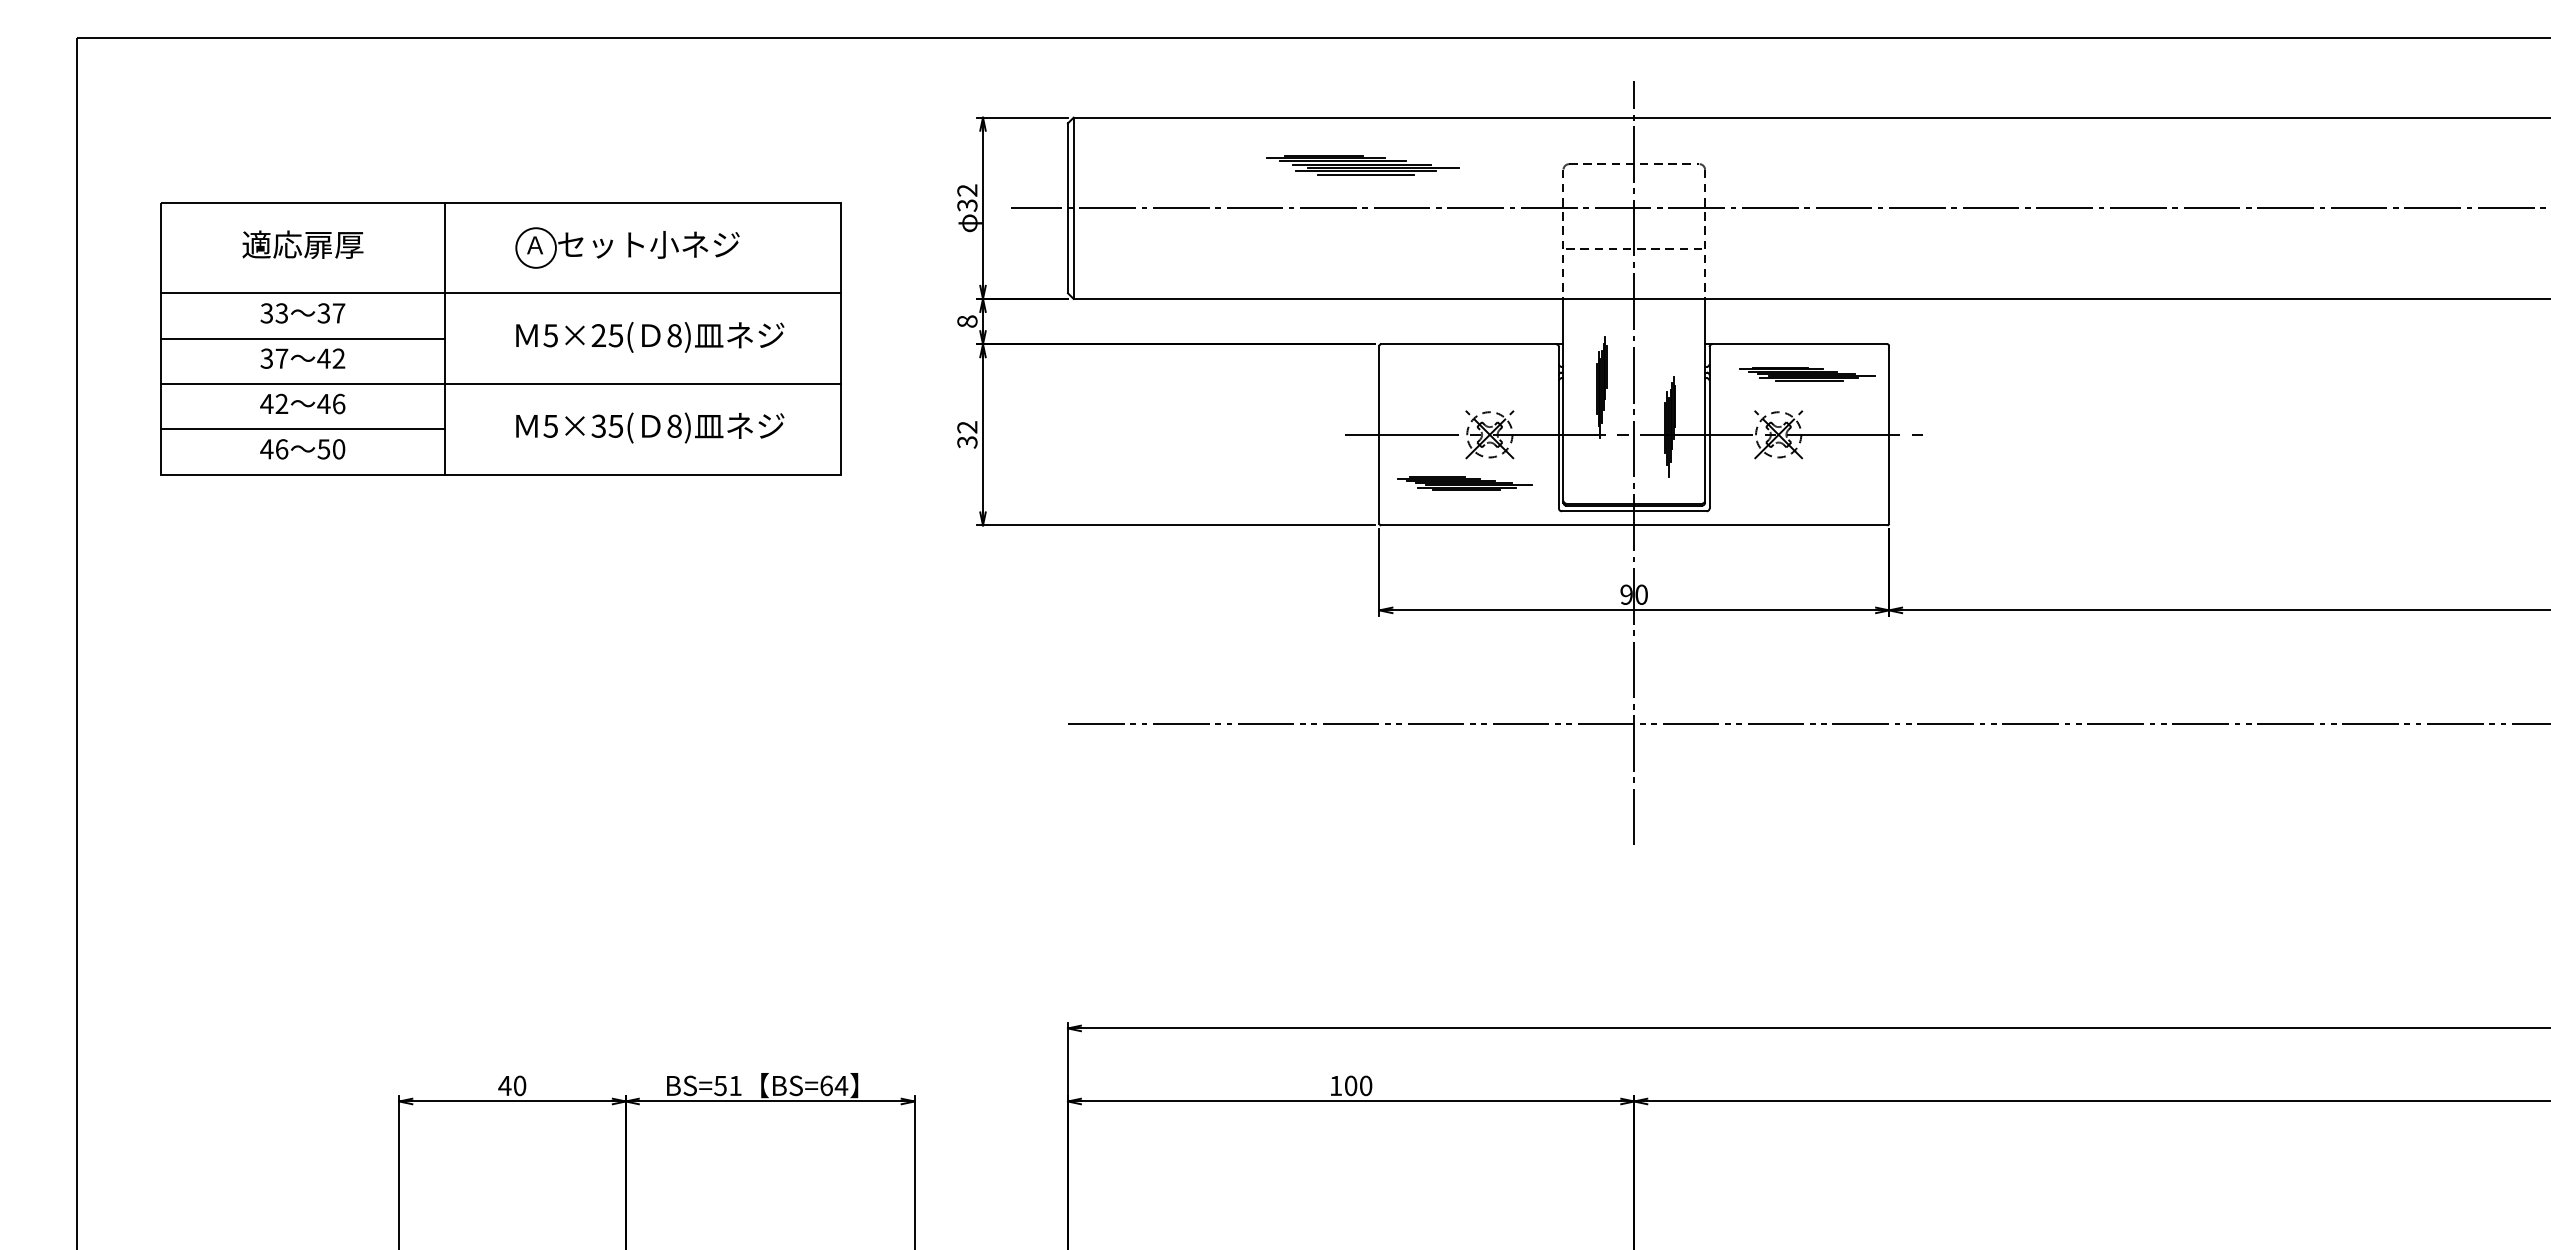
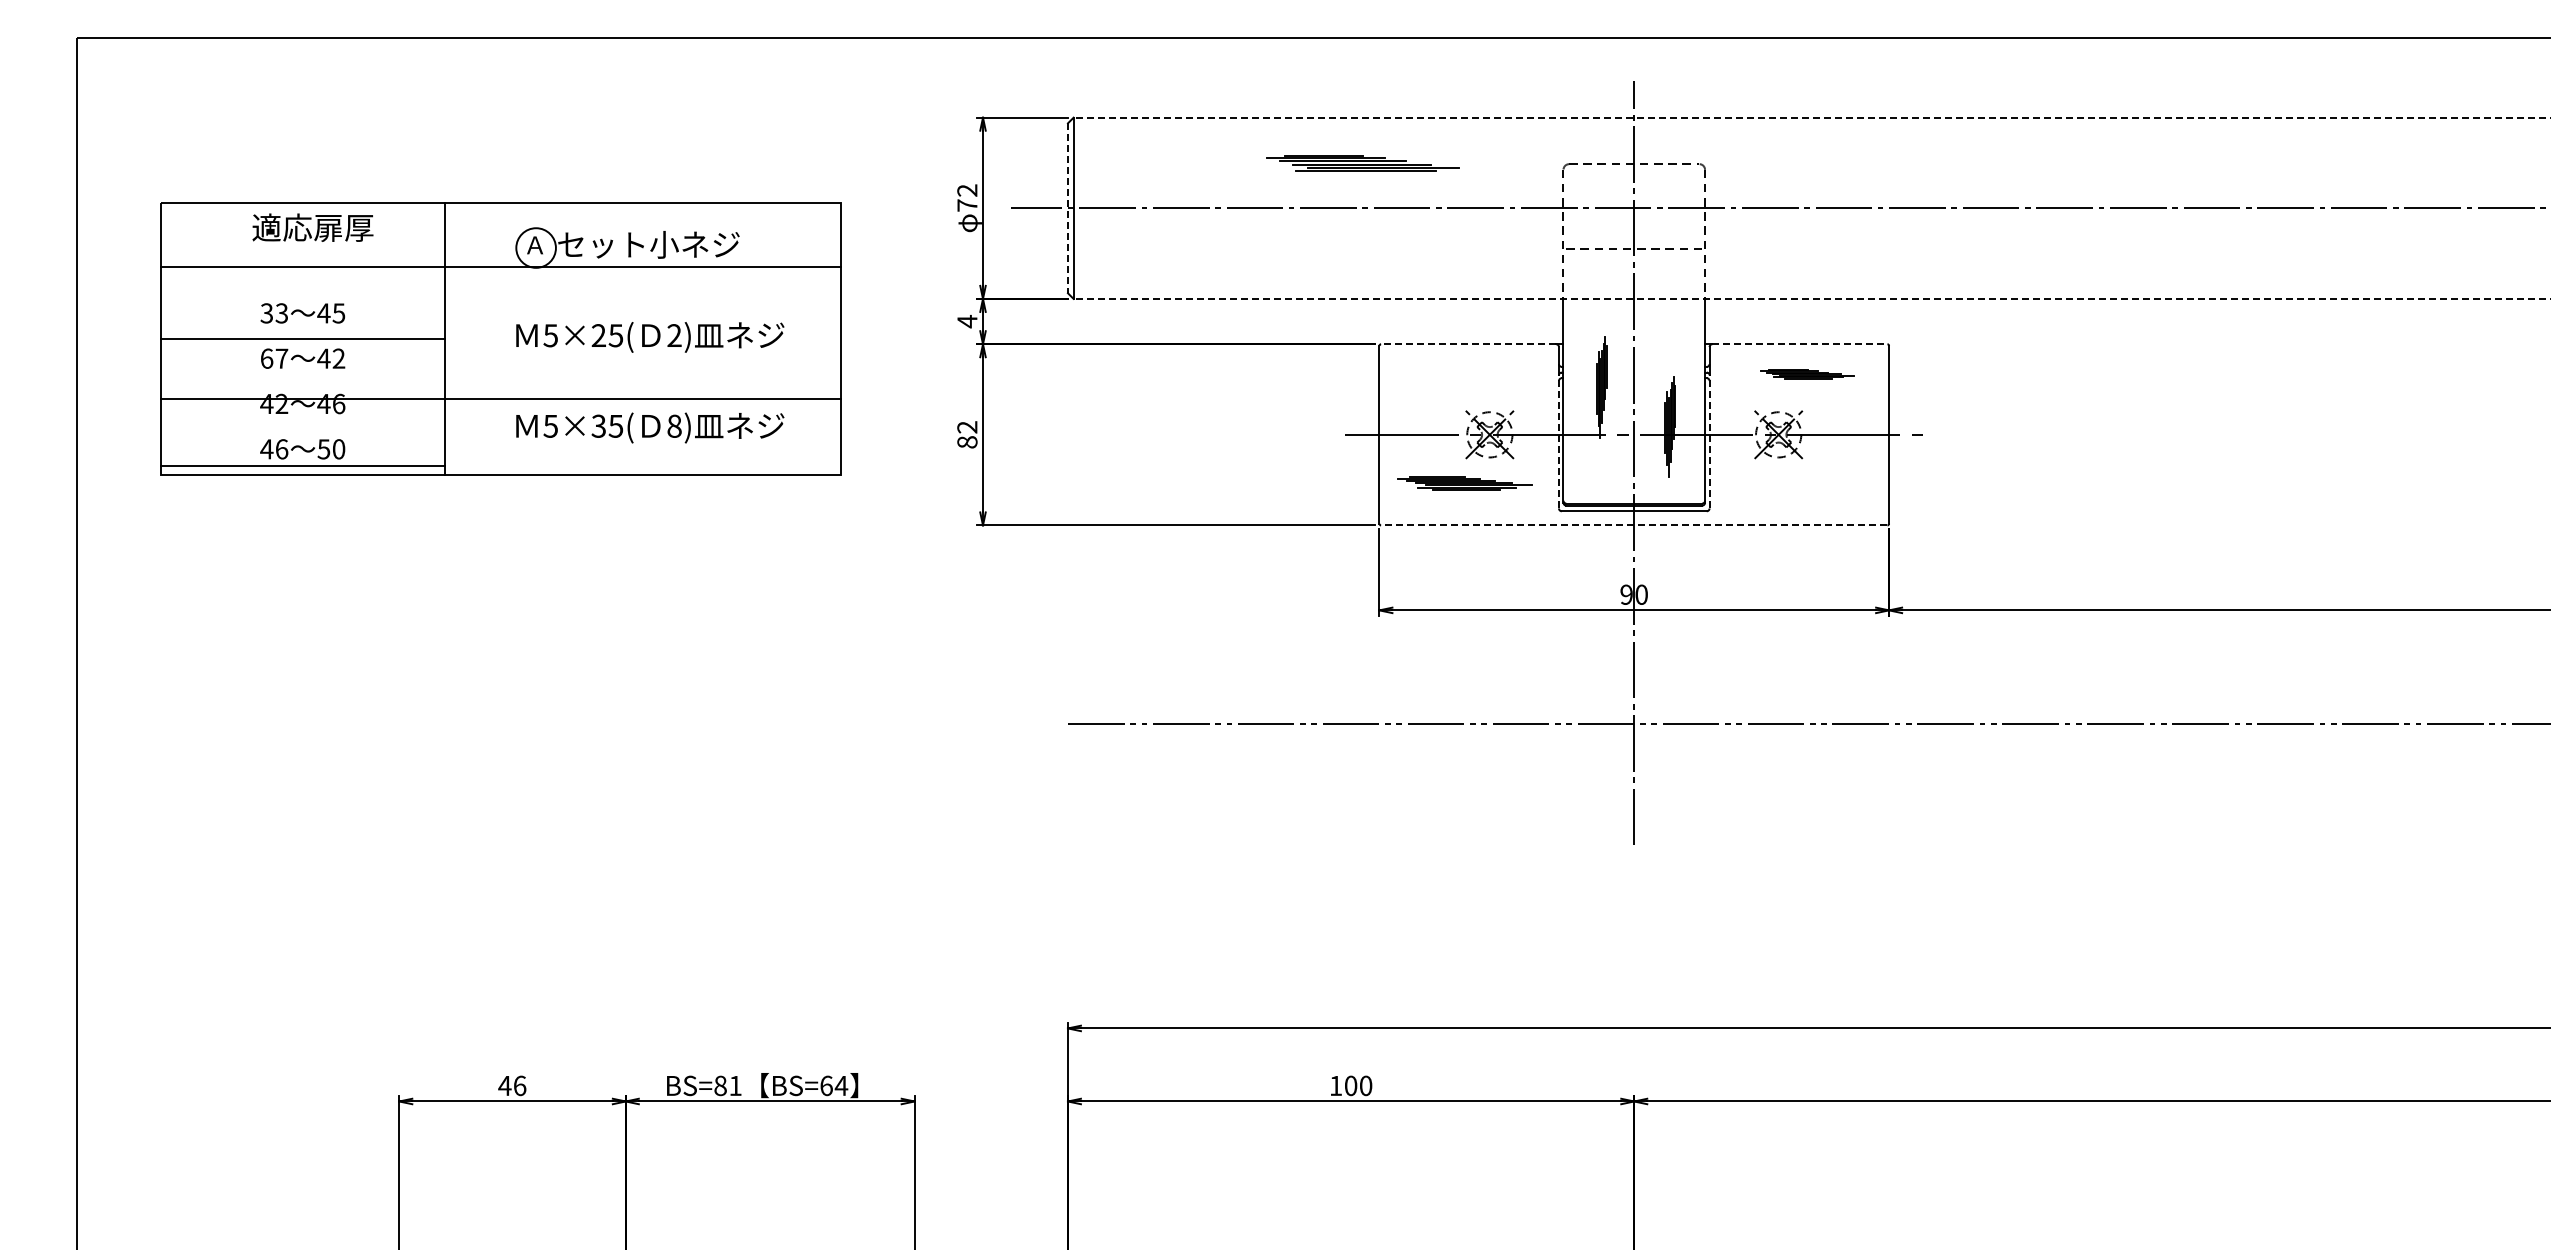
line at (1811, 117): solid -> dashed
line at (1365, 174): present -> none
text at (967, 205): 32 -> 72
line at (1067, 208): solid -> dashed
text at (302, 244) position: (302, 244) -> (312, 227)
line at (501, 293) position: (501, 293) -> (501, 267)
line at (1811, 298): solid -> dashed
text at (331, 313): 37 -> 45
text at (967, 321): 8 -> 4
text at (674, 335): 8) -> 2)
line at (1468, 344): solid -> dashed
line at (1800, 344): solid -> dashed
text at (266, 358): 37 -> 67
part at (1807, 374) size: 137x15 px -> 95x11 px
line at (501, 383) position: (501, 383) -> (501, 398)
line at (302, 429) position: (302, 429) -> (302, 466)
line at (1558, 441): solid -> dashed
line at (1709, 441): solid -> dashed
text at (967, 442): 32 -> 82
line at (1633, 525): solid -> dashed
text at (520, 1085): 40 -> 46
text at (720, 1085): BS=51 -> BS=81
